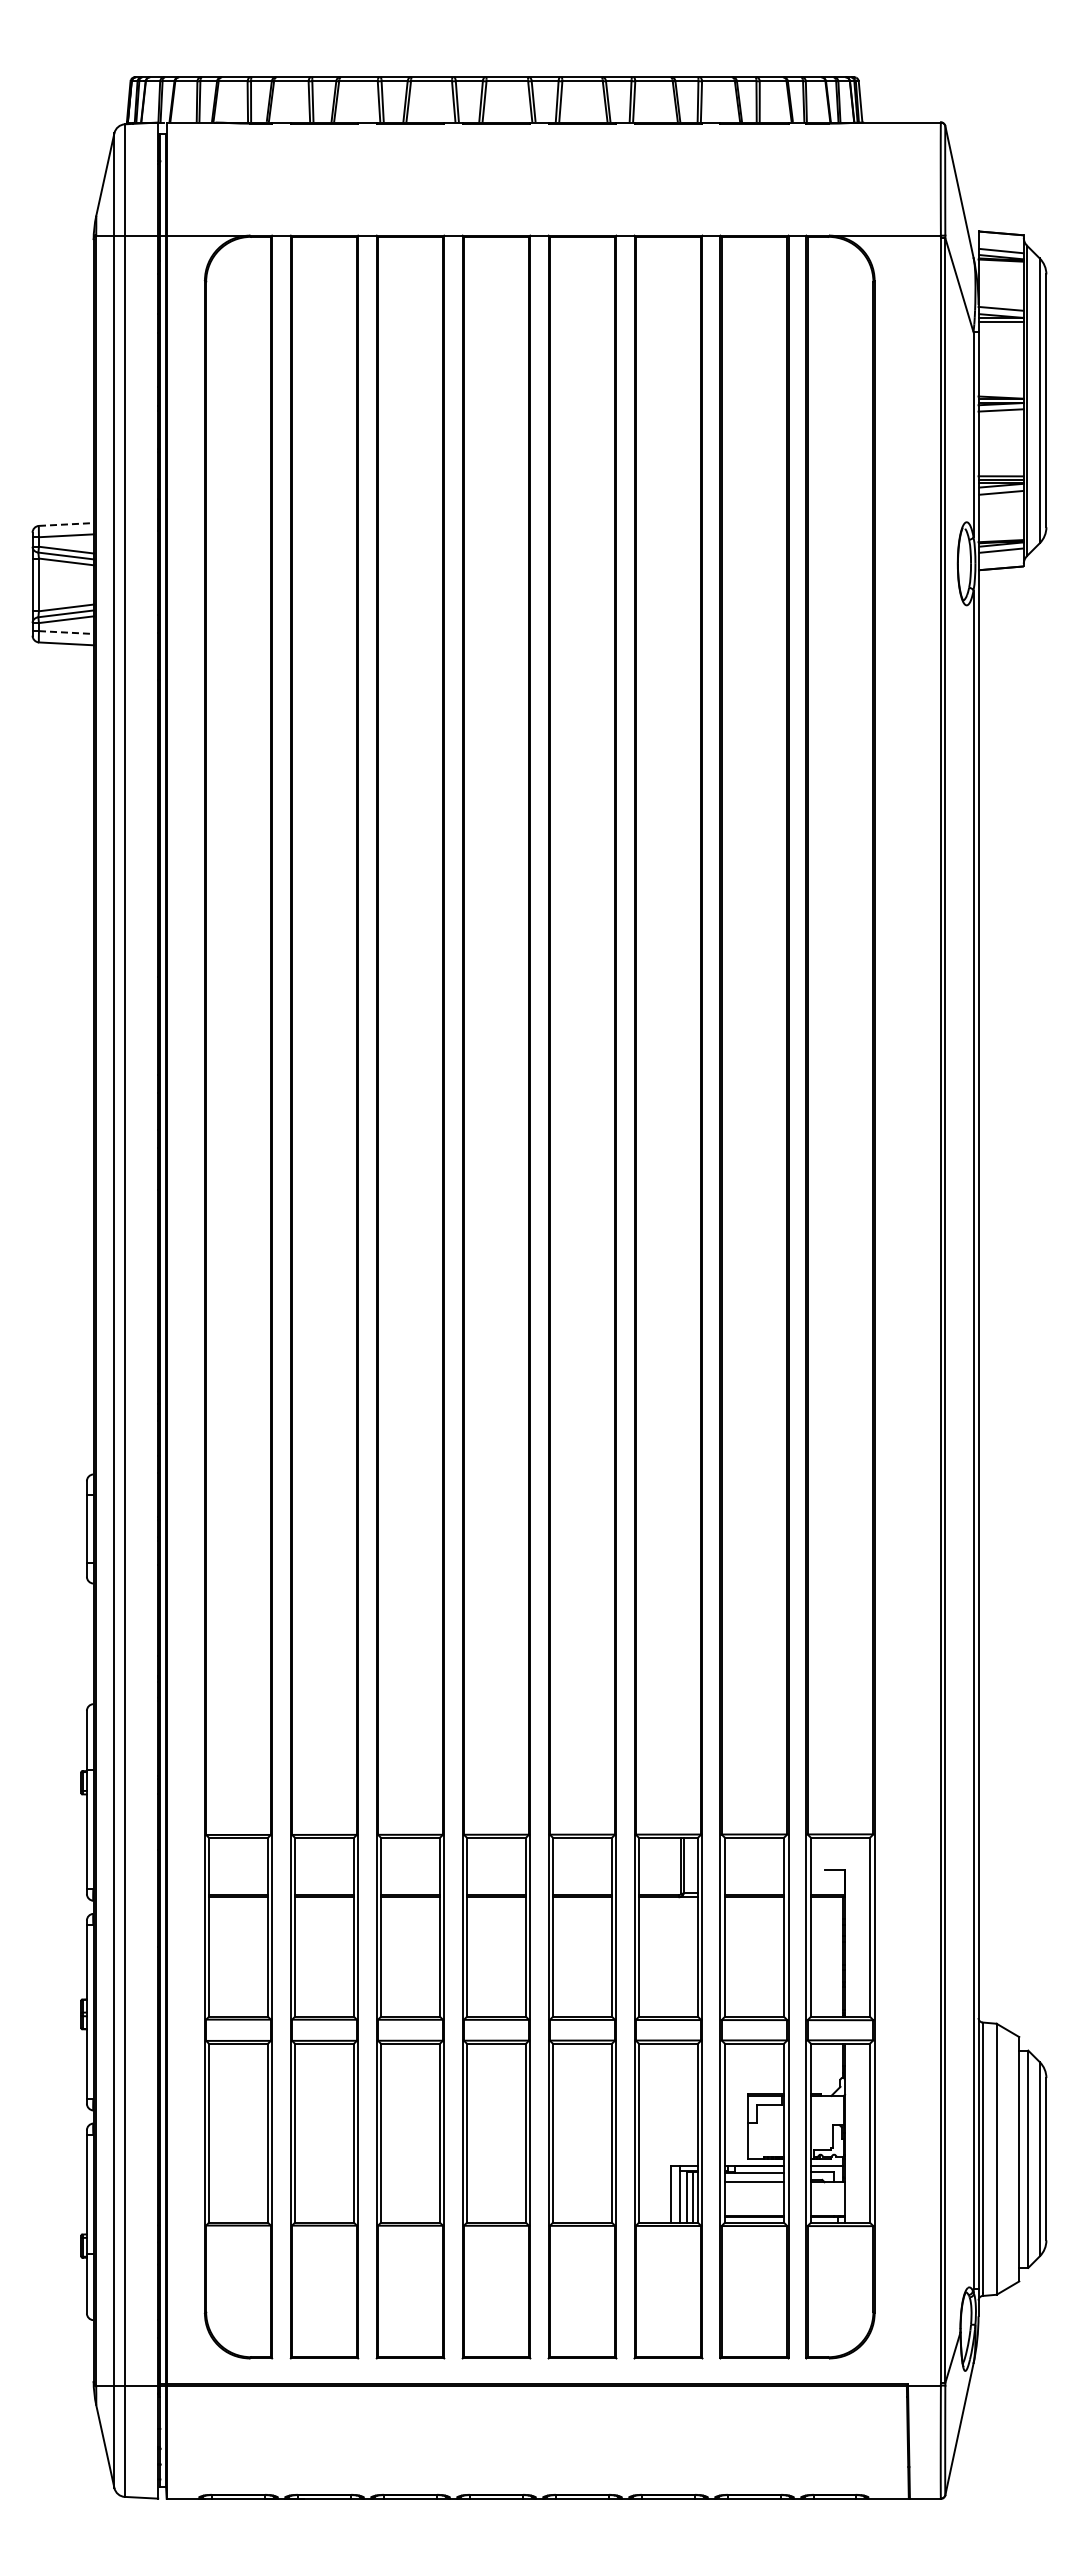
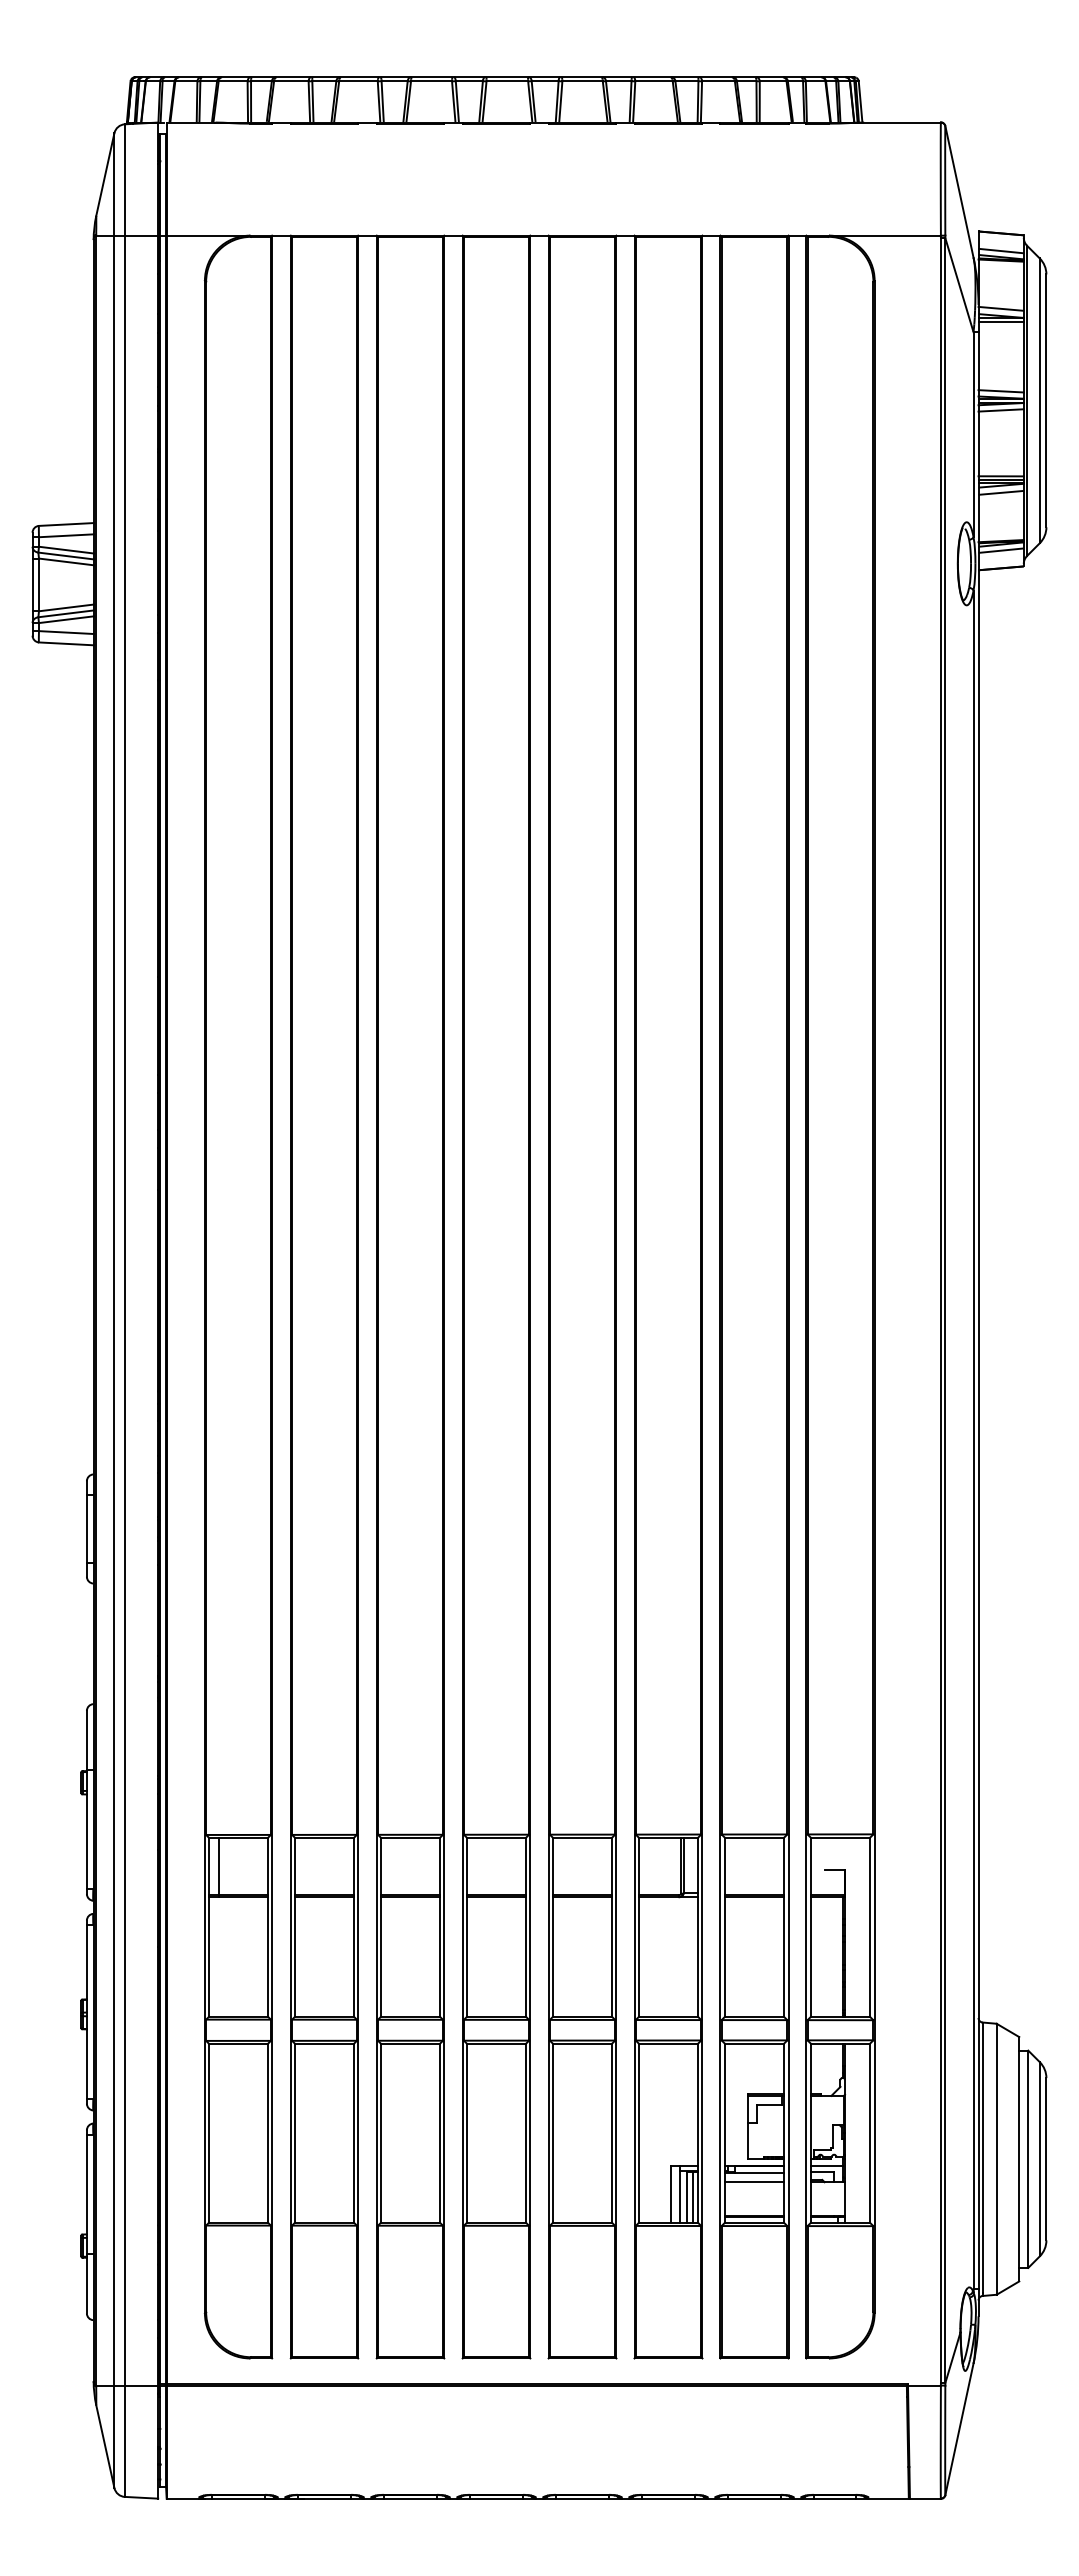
line at (1000, 391): none -> present
line at (66, 524): dashed -> solid
line at (66, 632): dashed -> solid
line at (219, 1867): none -> present
